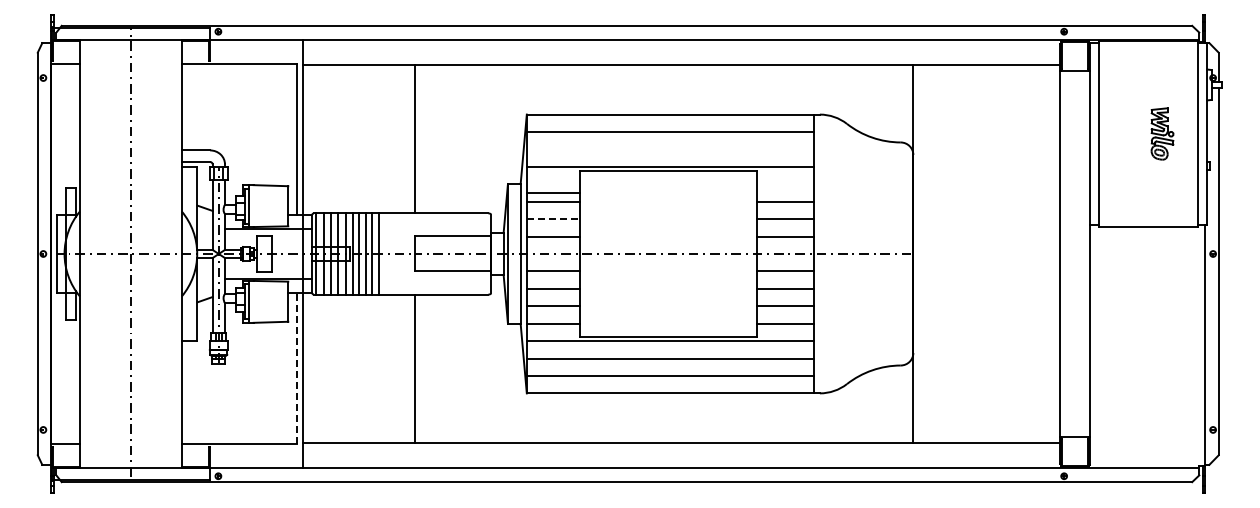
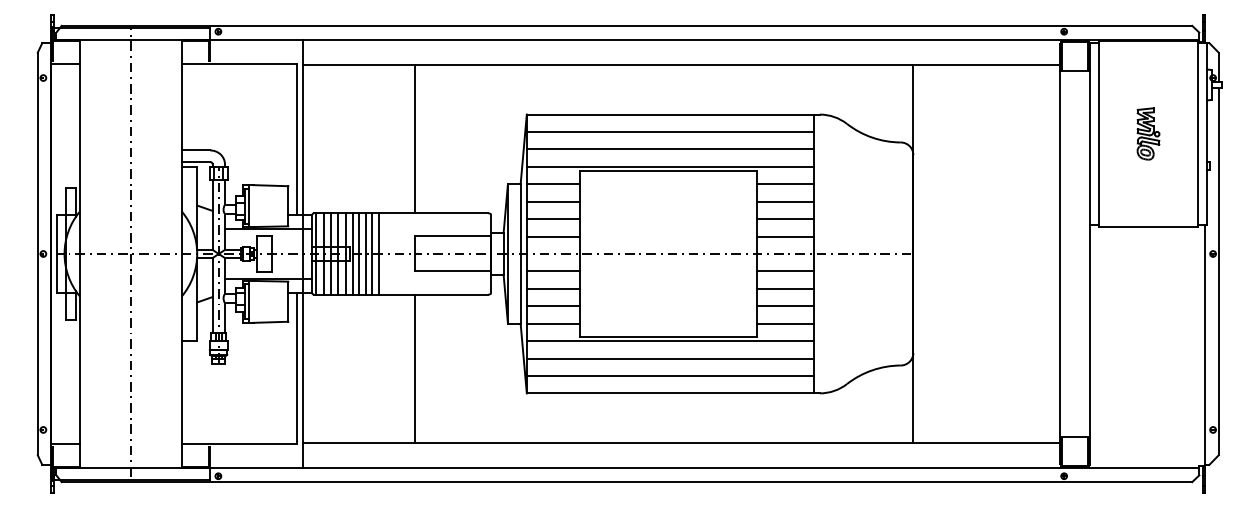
part at (1162, 133) position: (1162, 133) -> (1148, 133)
line at (669, 149): none -> present
line at (785, 184): none -> present
line at (552, 193) position: (552, 193) -> (552, 184)
line at (553, 219): dashed -> solid
line at (297, 368): dashed -> solid
